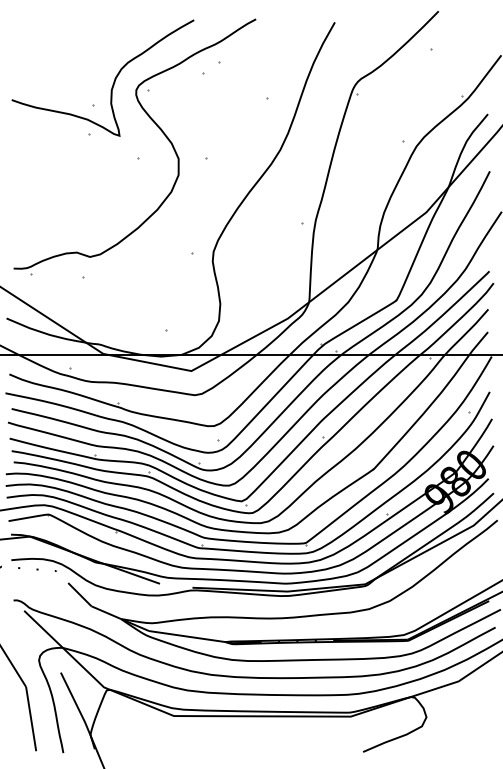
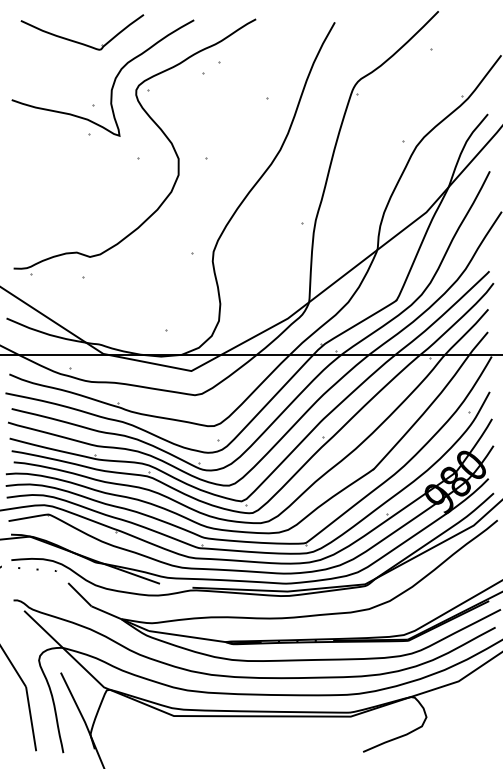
part at (78, 41): none -> present
